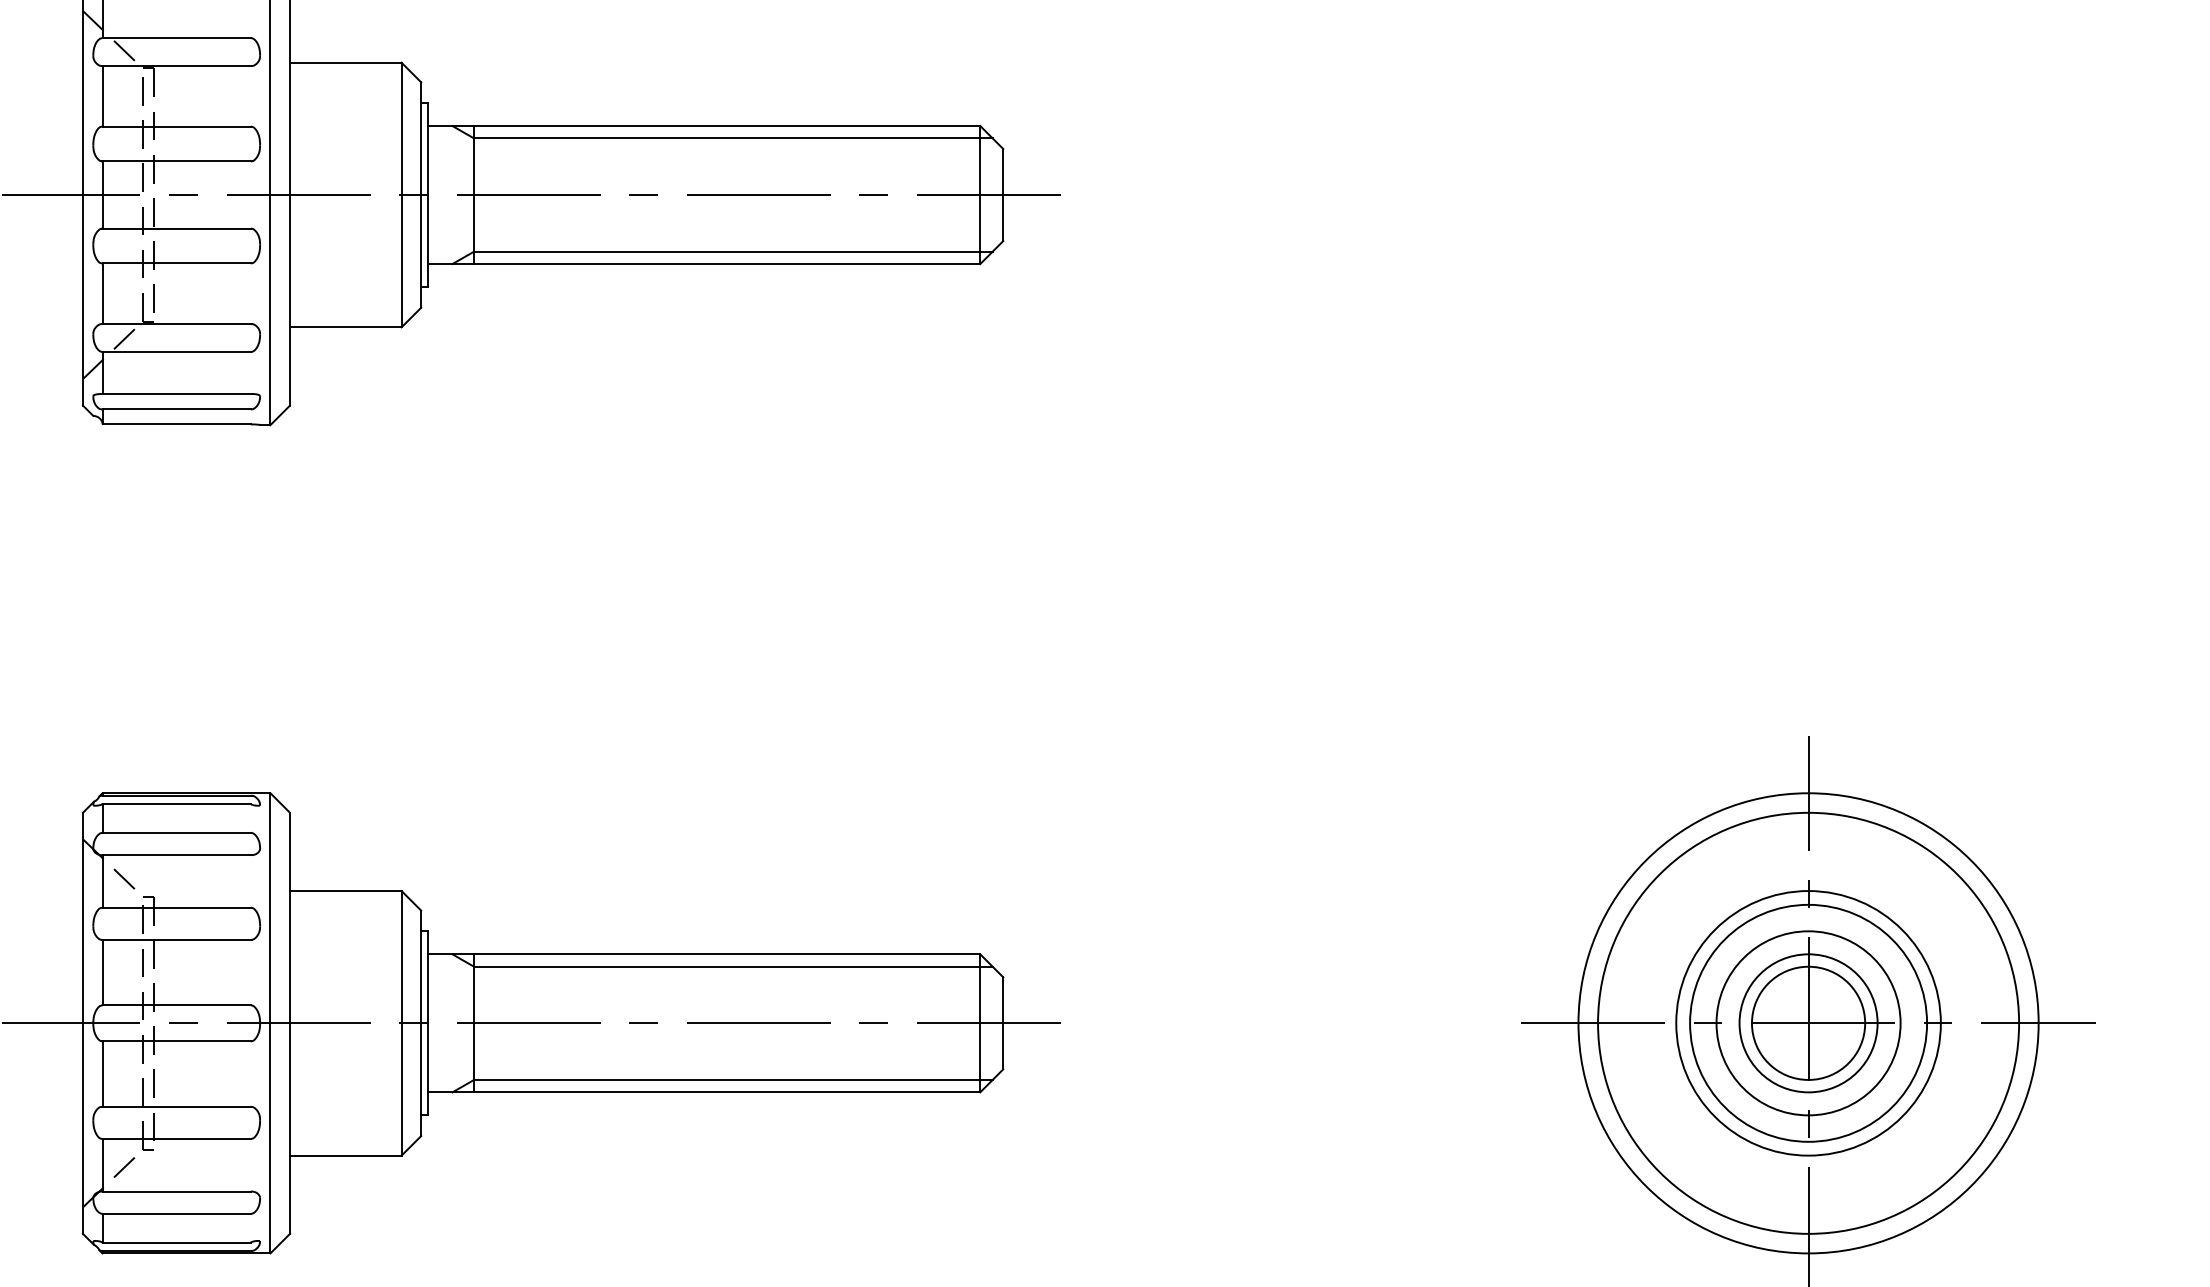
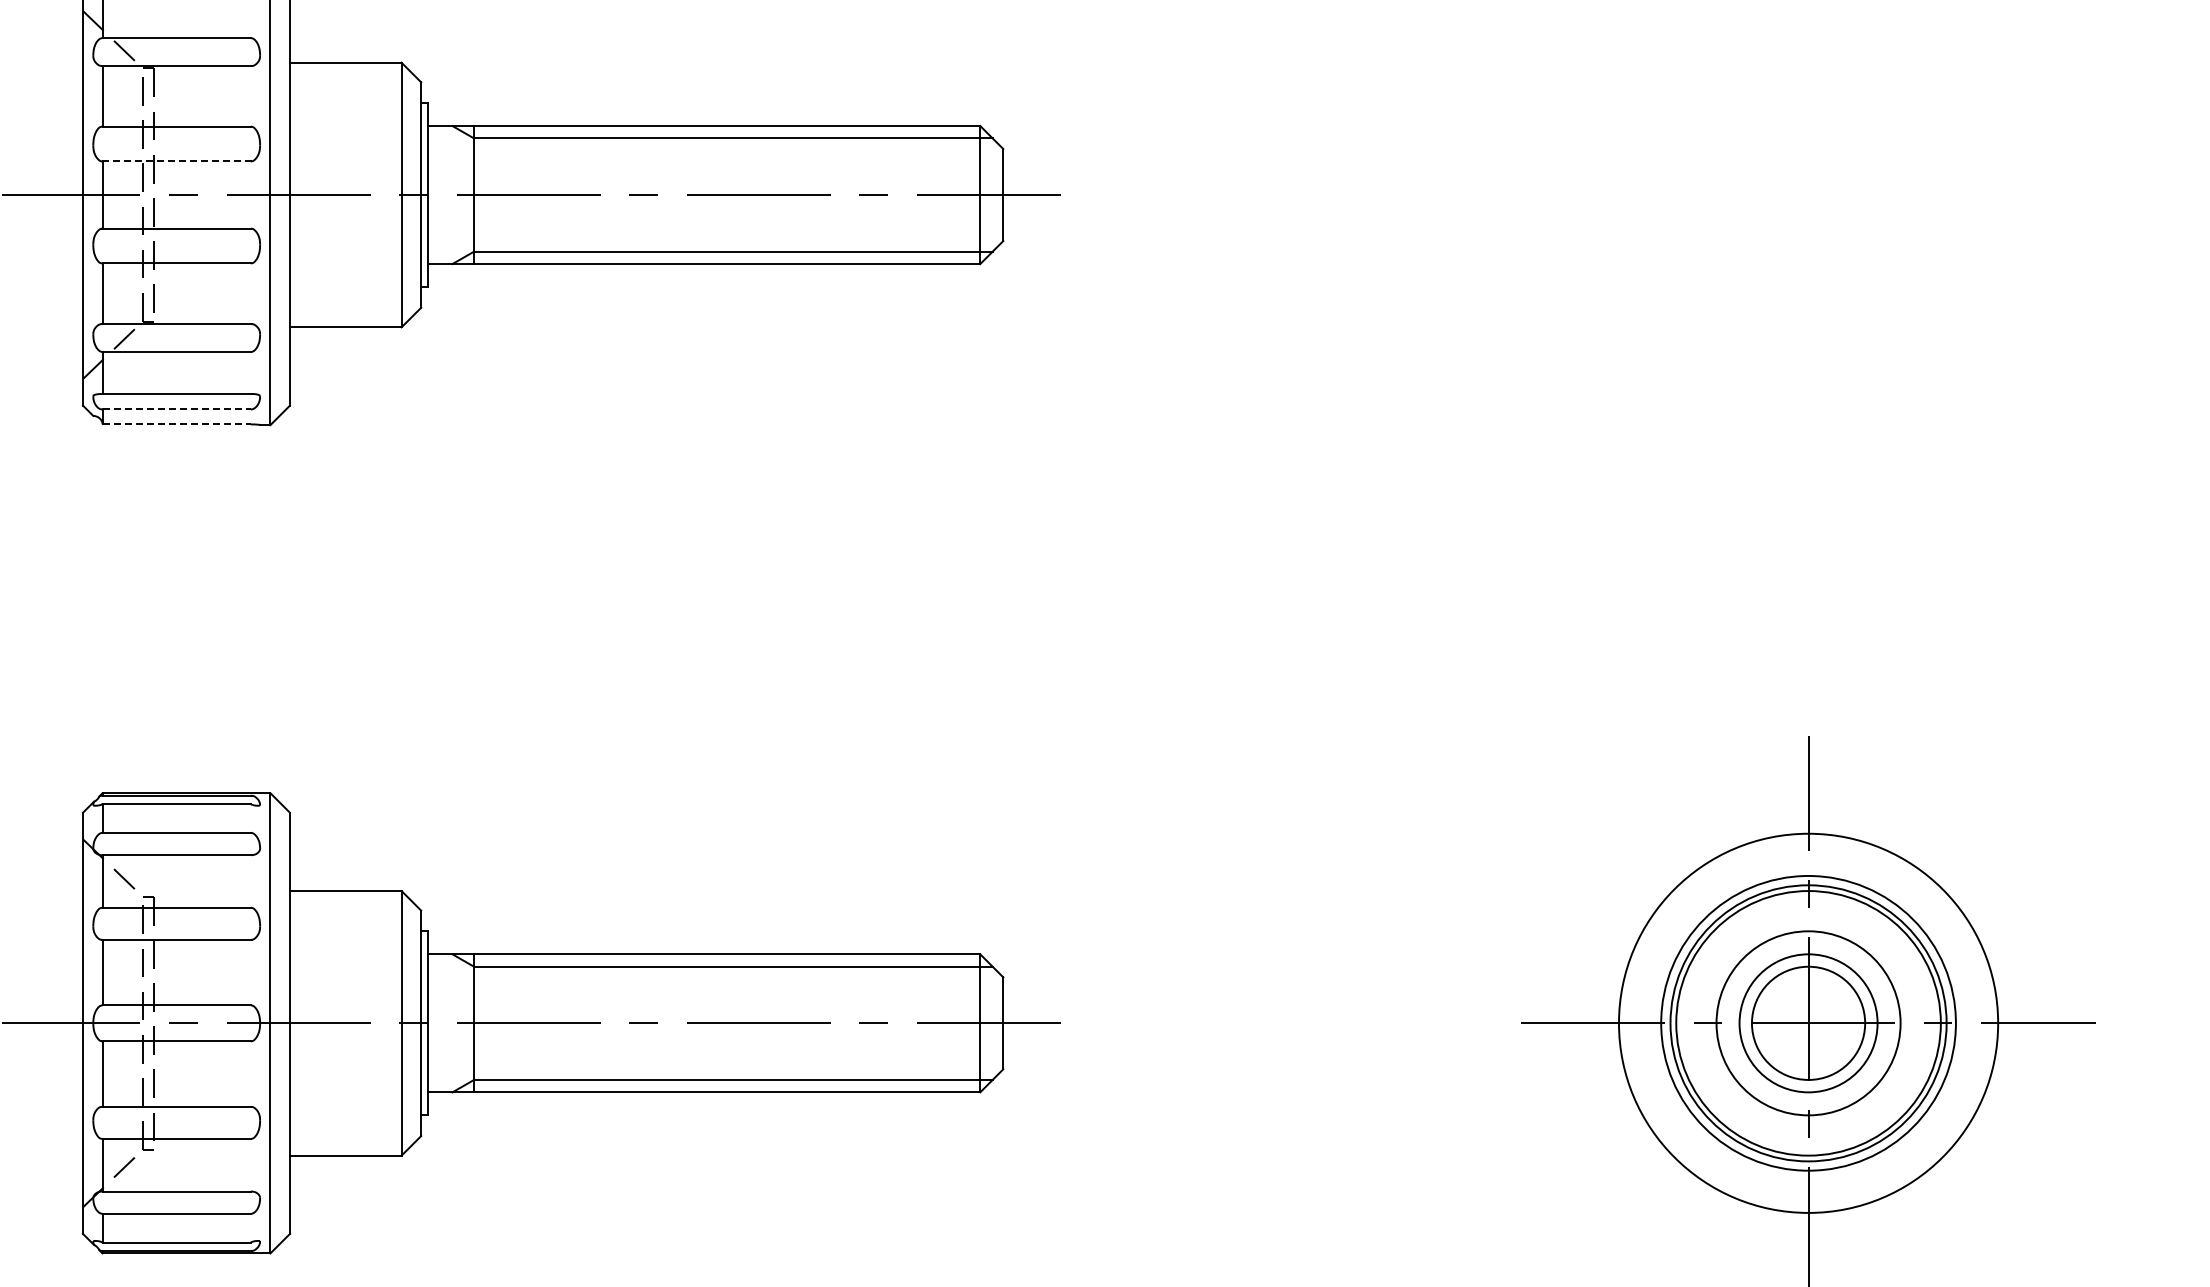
line at (177, 161): solid -> dashed
line at (177, 409): solid -> dashed
line at (177, 424): solid -> dashed
circle at (1808, 1022) diameter: 237 px -> 379 px
circle at (1808, 1022) diameter: 421 px -> 295 px
circle at (1808, 1023) diameter: 460 px -> 276 px
